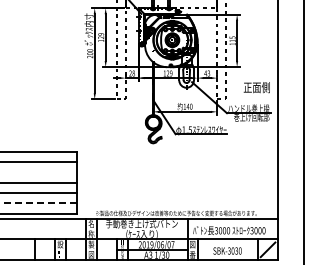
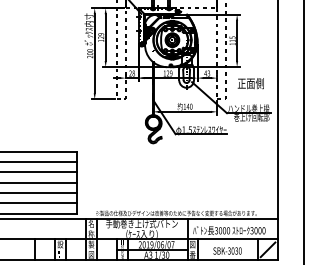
text at (256, 87) position: (256, 87) -> (250, 83)
line at (39, 172): none -> present
line at (38, 203): dashed -> solid
